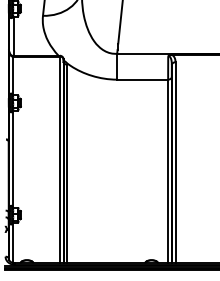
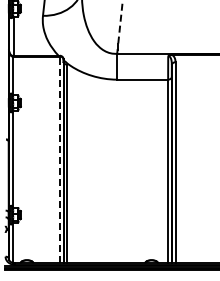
line at (120, 21): solid -> dashed
line at (59, 159): solid -> dashed
